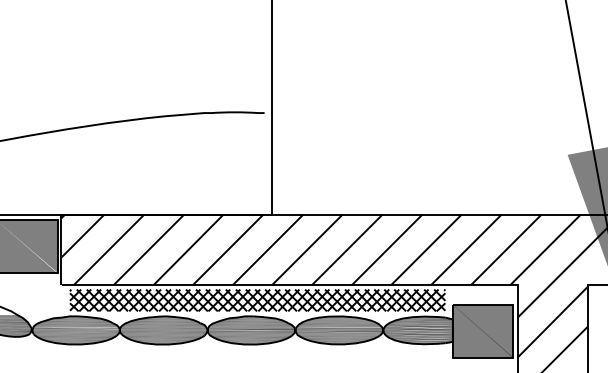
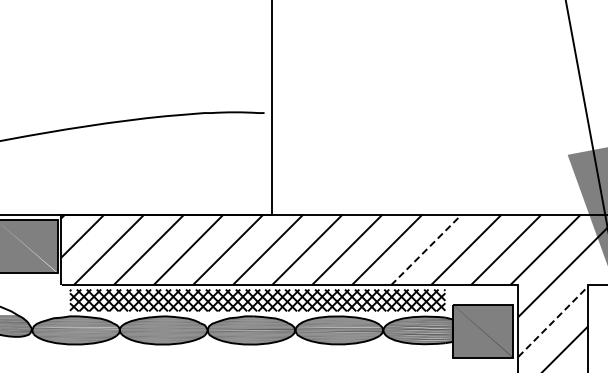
line at (426, 249): solid -> dashed
line at (553, 321): solid -> dashed
